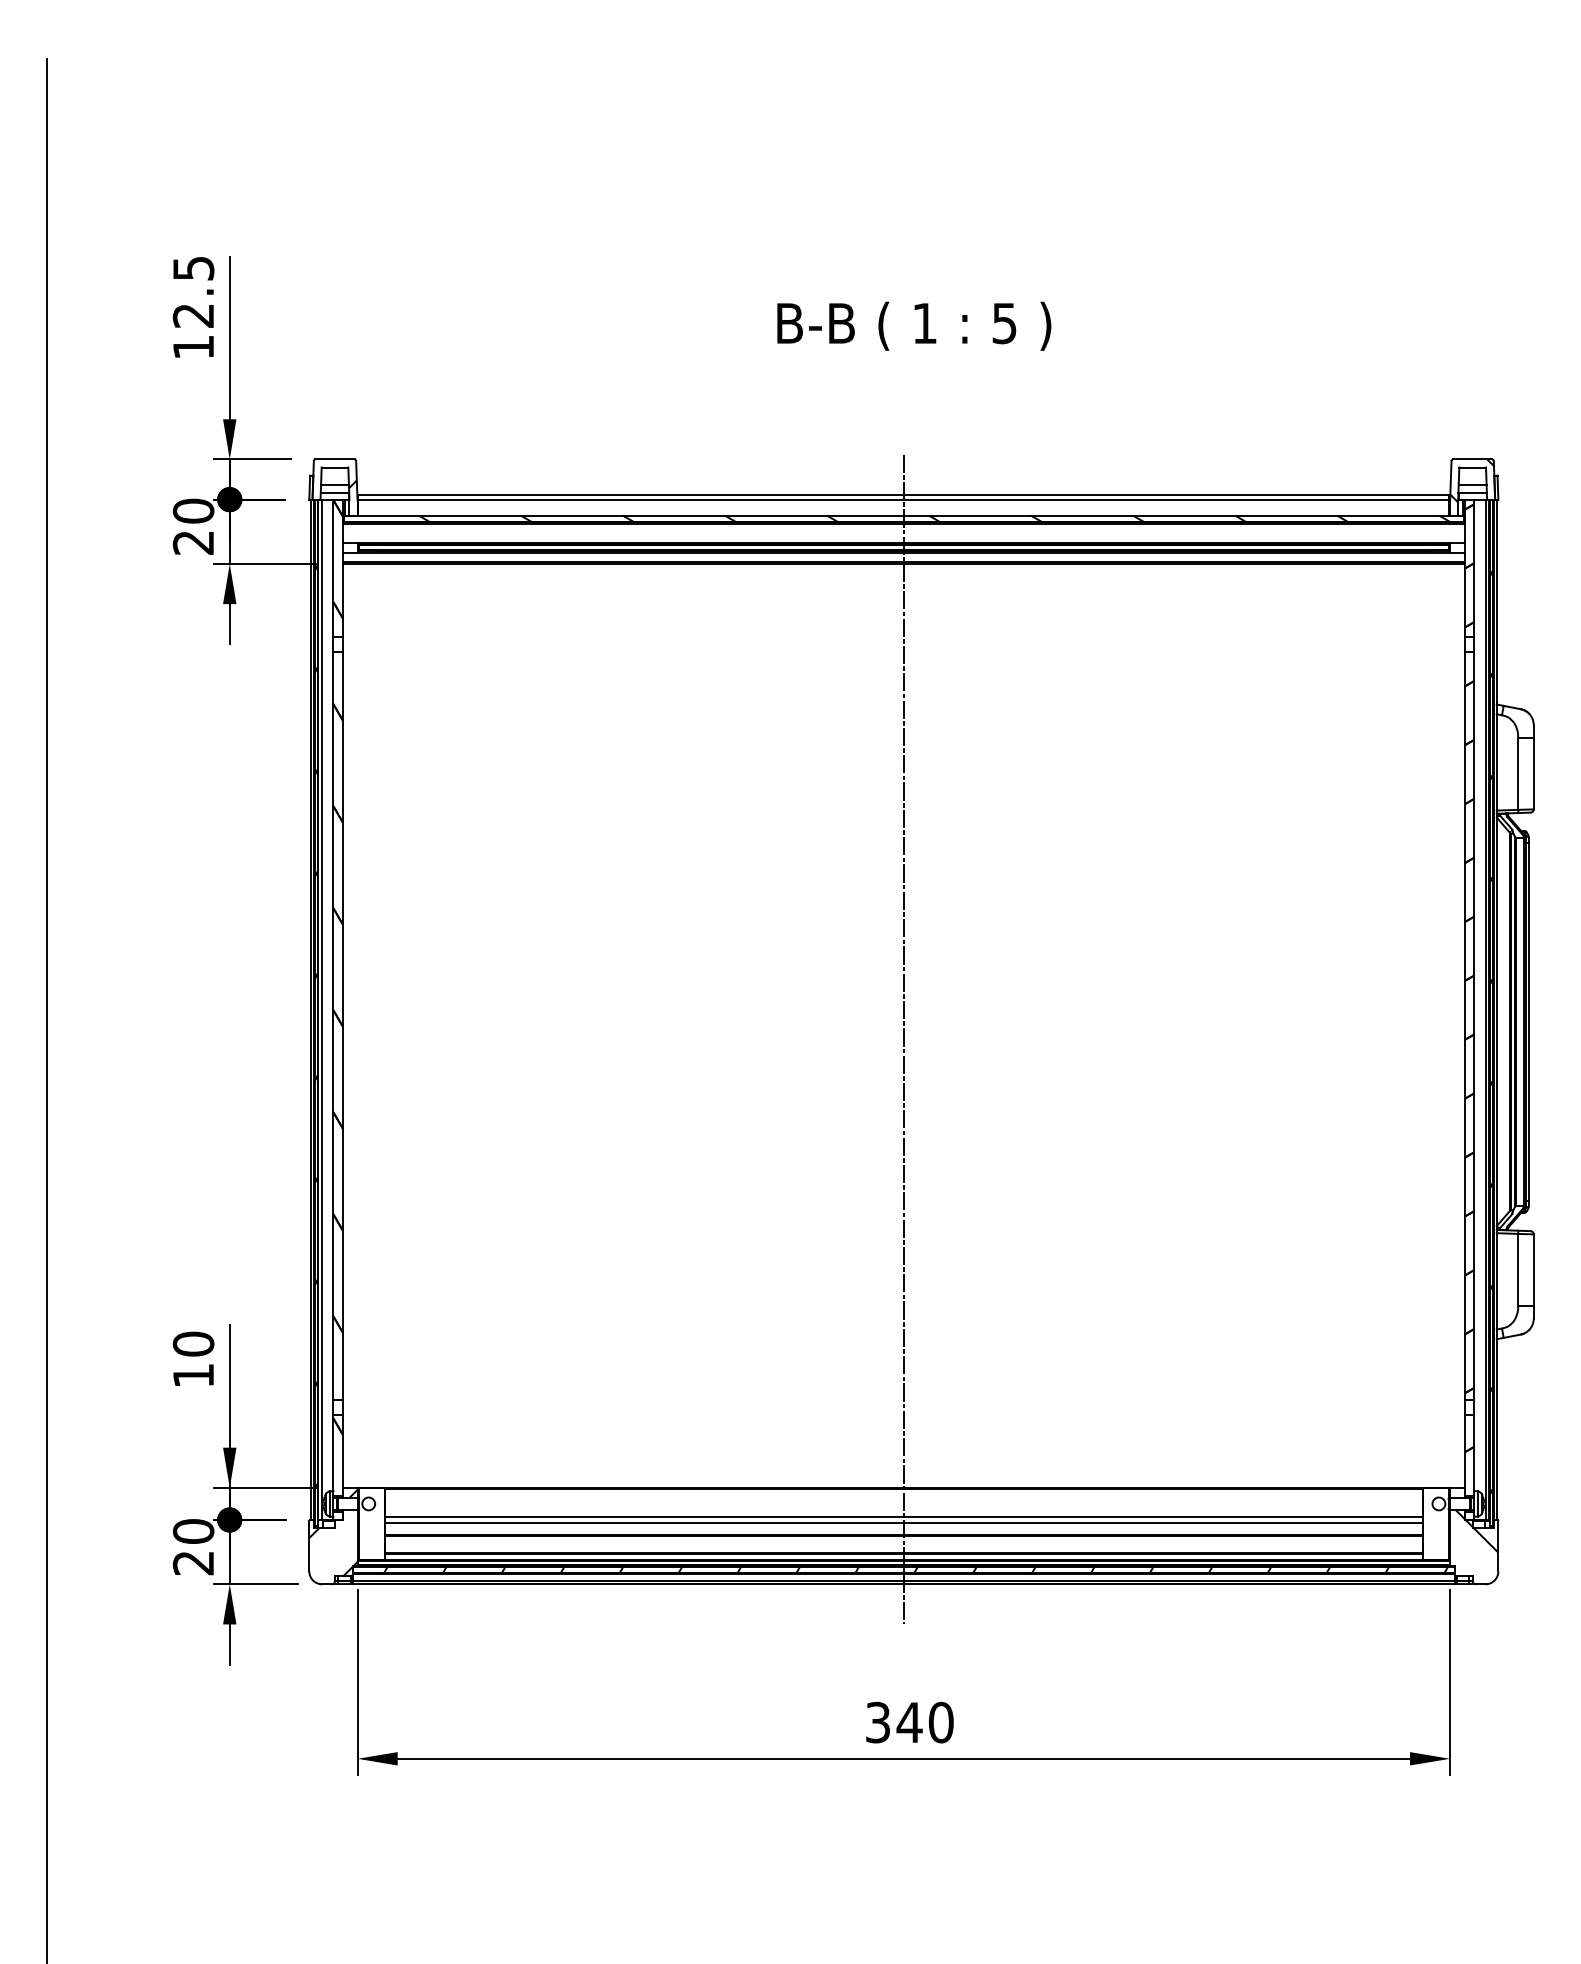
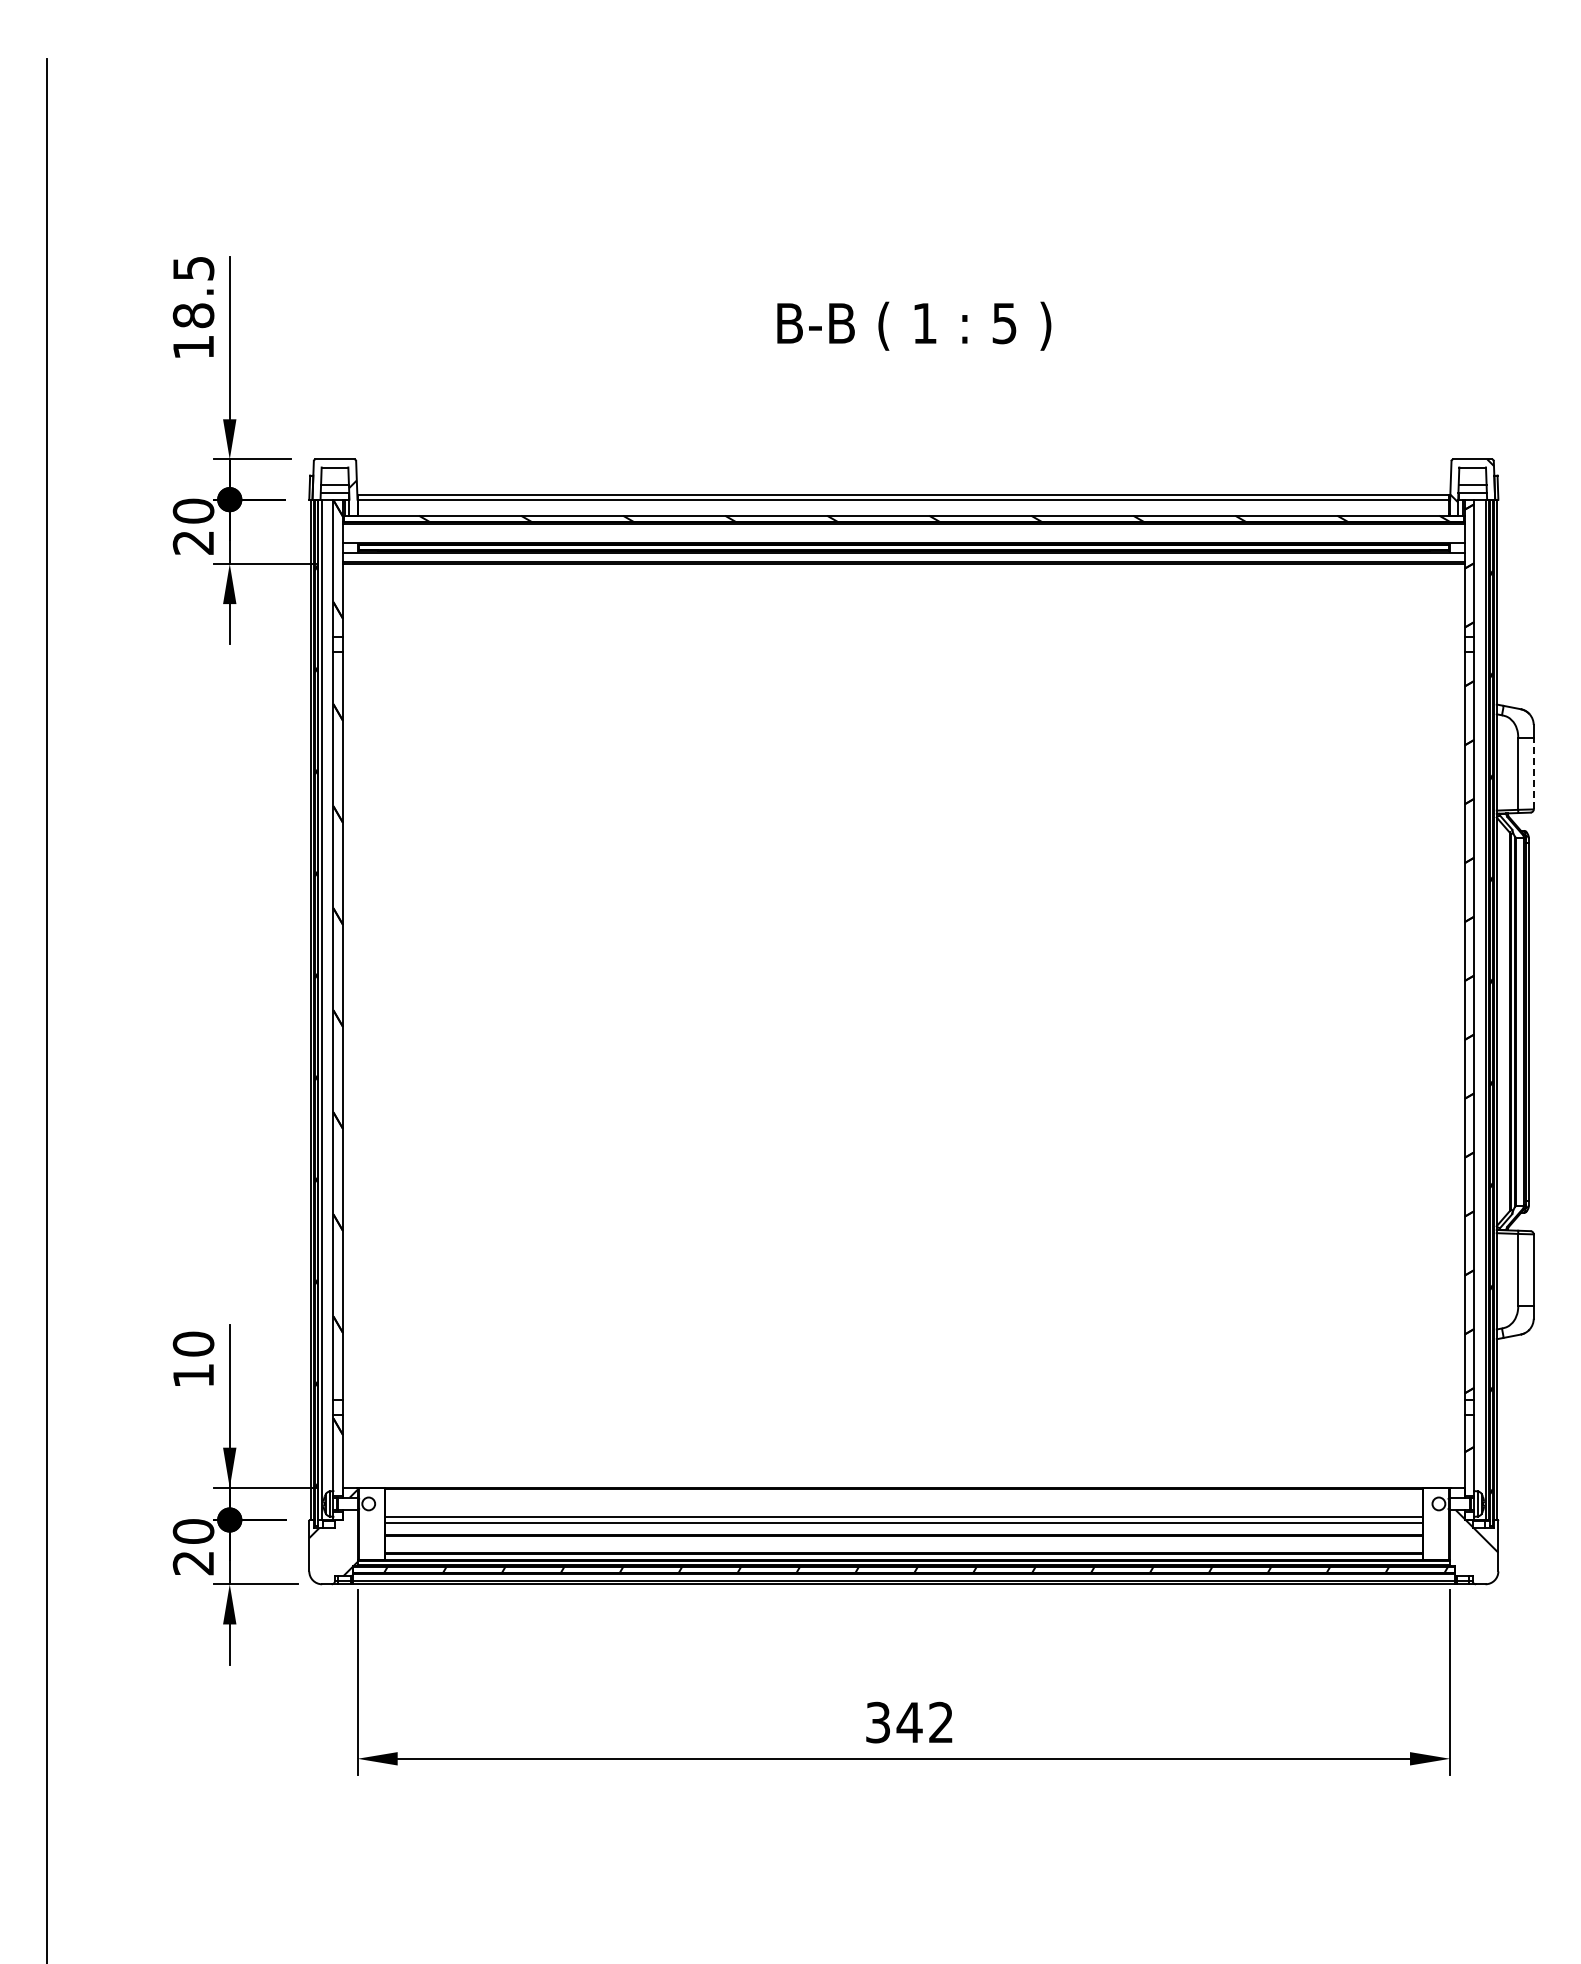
text at (193, 315): 12.5 -> 18.5
line at (1533, 773): solid -> dashed
line at (903, 1039): present -> none
text at (940, 1722): 340 -> 342
